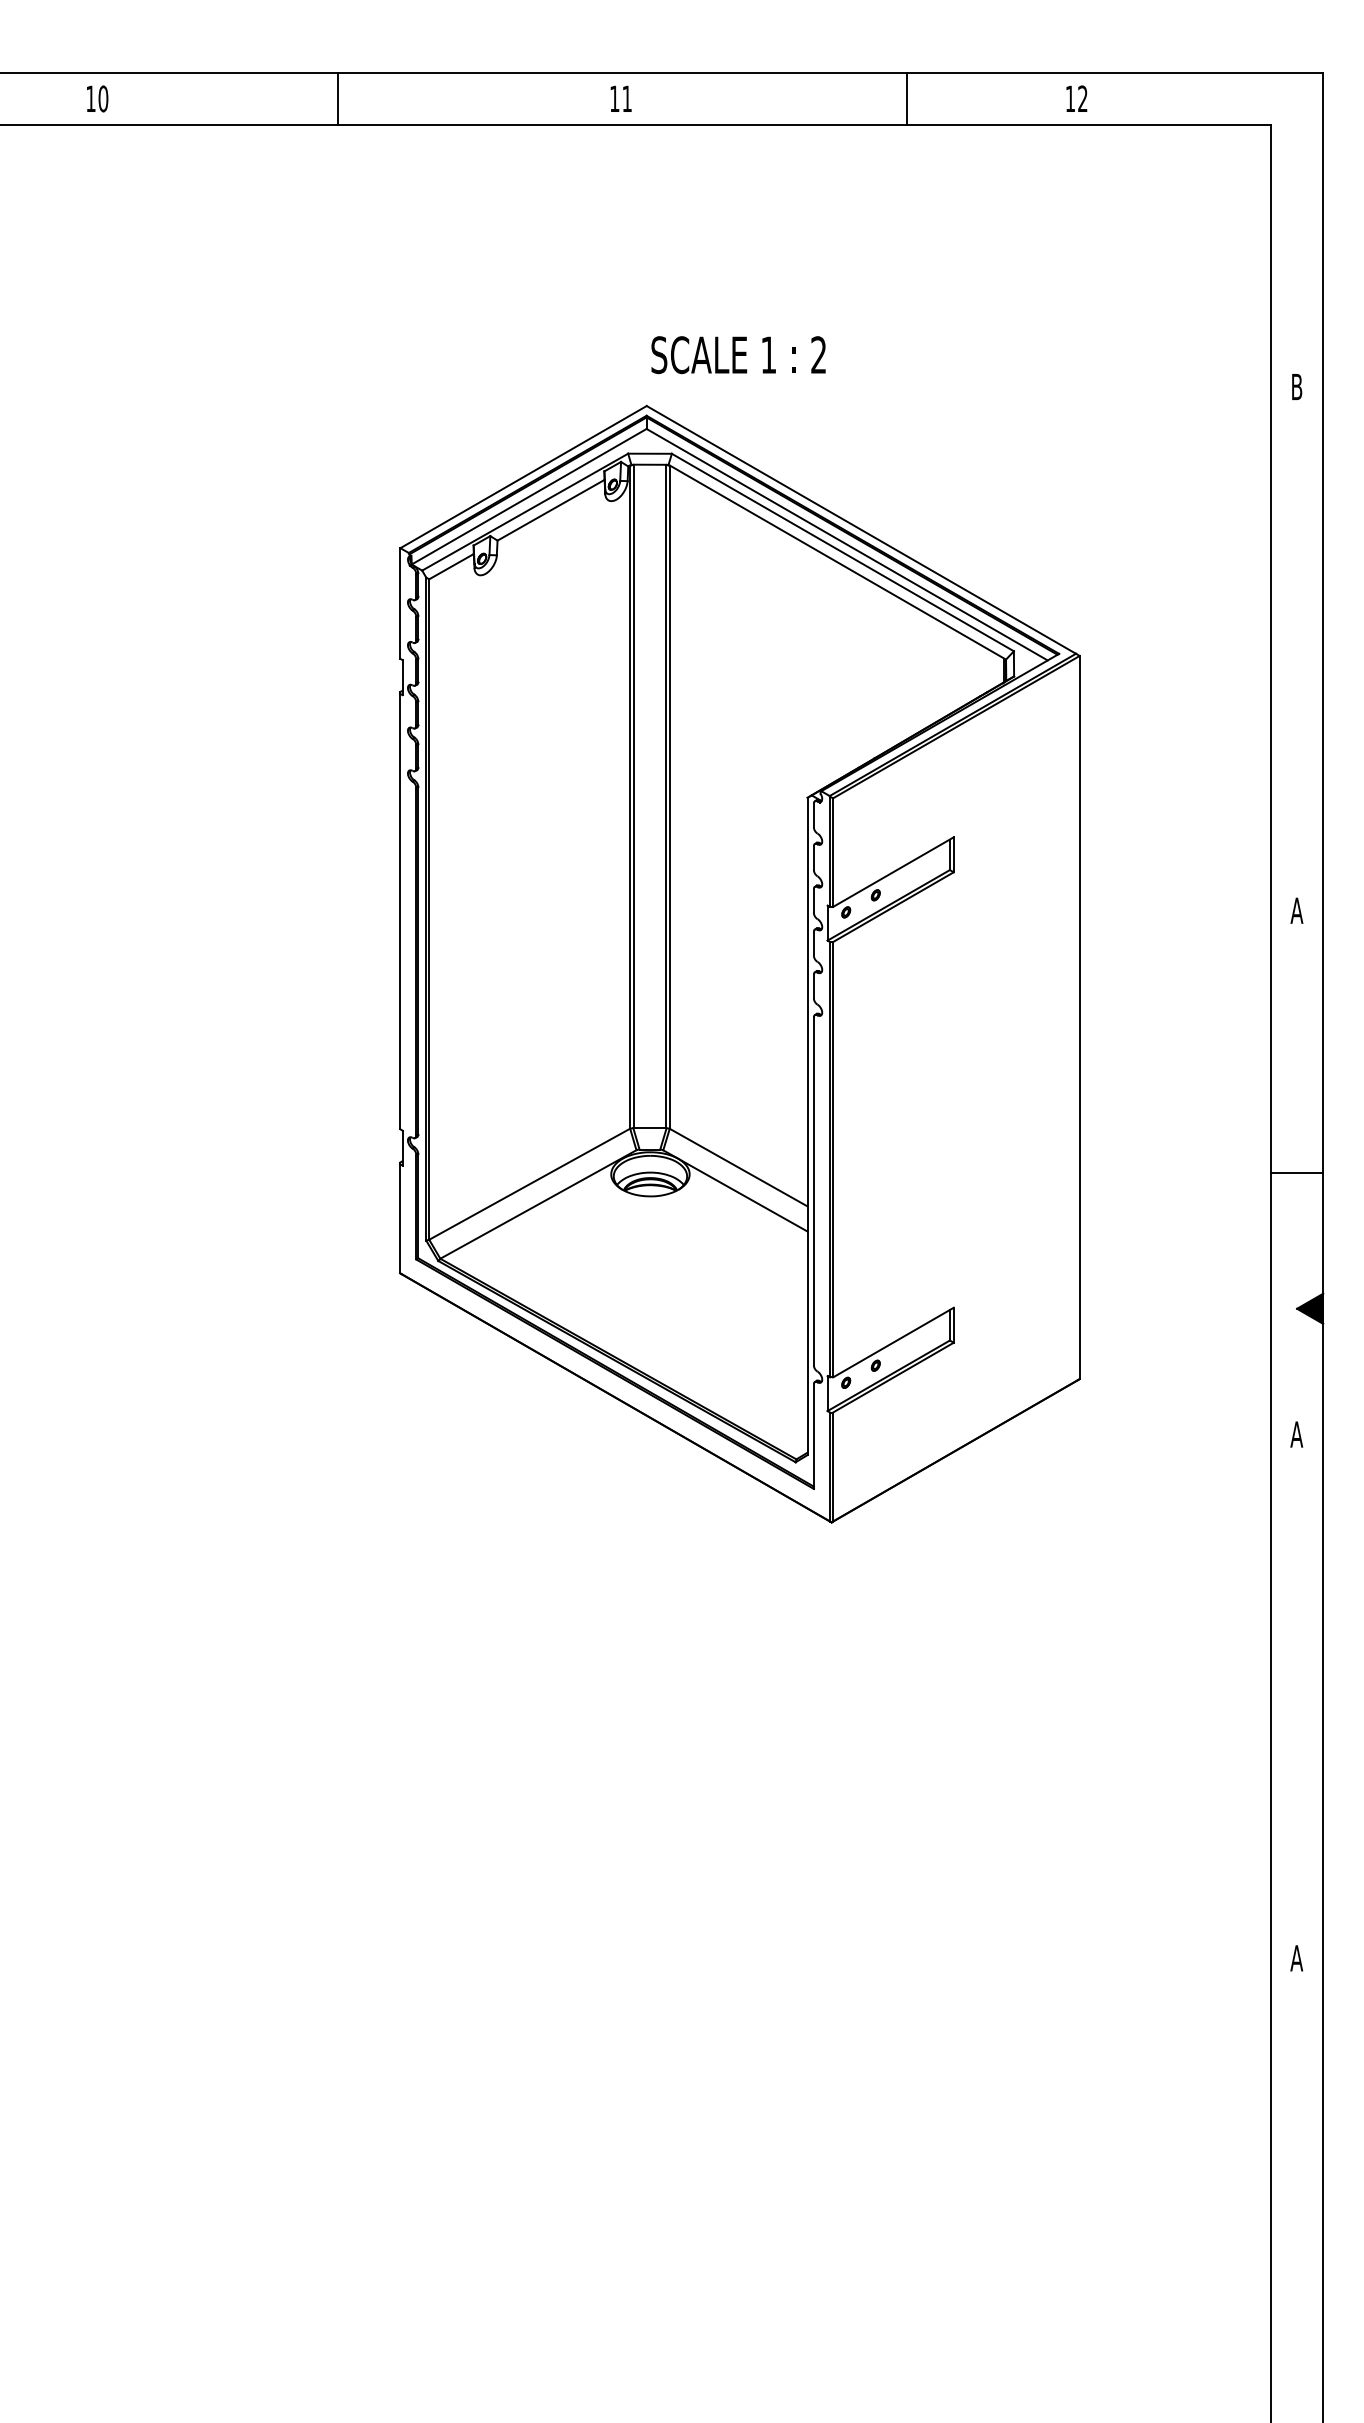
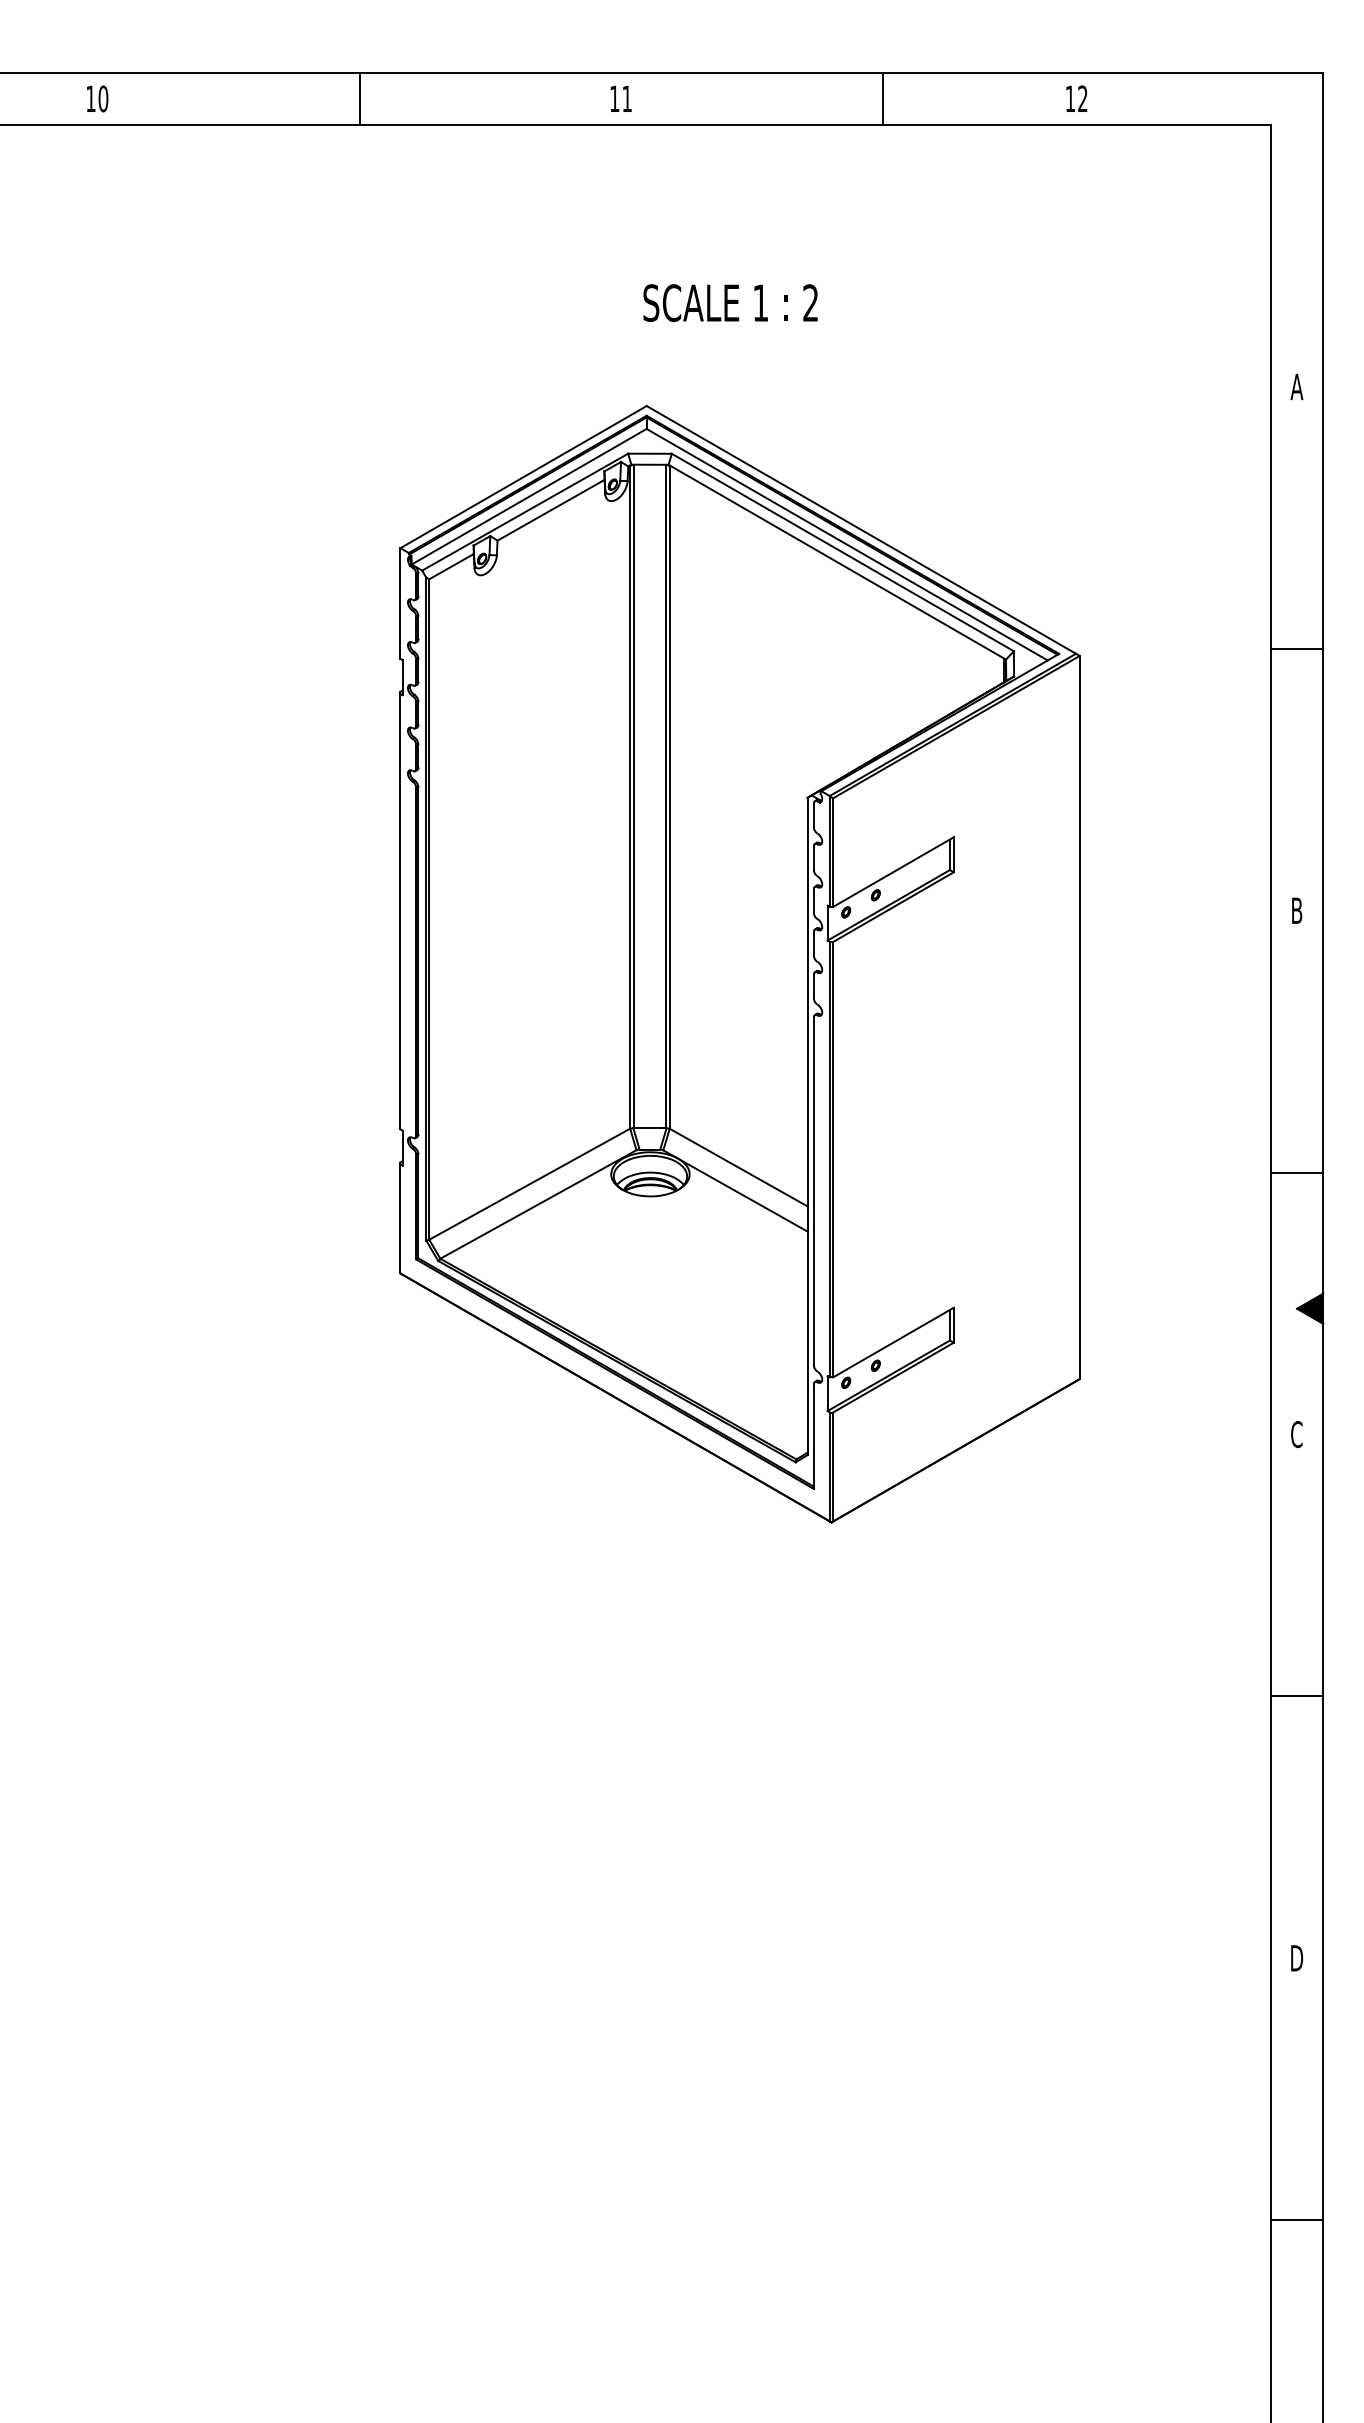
line at (337, 98) position: (337, 98) -> (359, 98)
line at (907, 98) position: (907, 98) -> (883, 98)
text at (738, 355) position: (738, 355) -> (730, 303)
text at (1296, 387): B -> A
line at (1296, 648): none -> present
text at (1296, 910): A -> B
text at (1296, 1434): A -> C
line at (1296, 1696): none -> present
text at (1296, 1958): A -> D
line at (1296, 2220): none -> present
